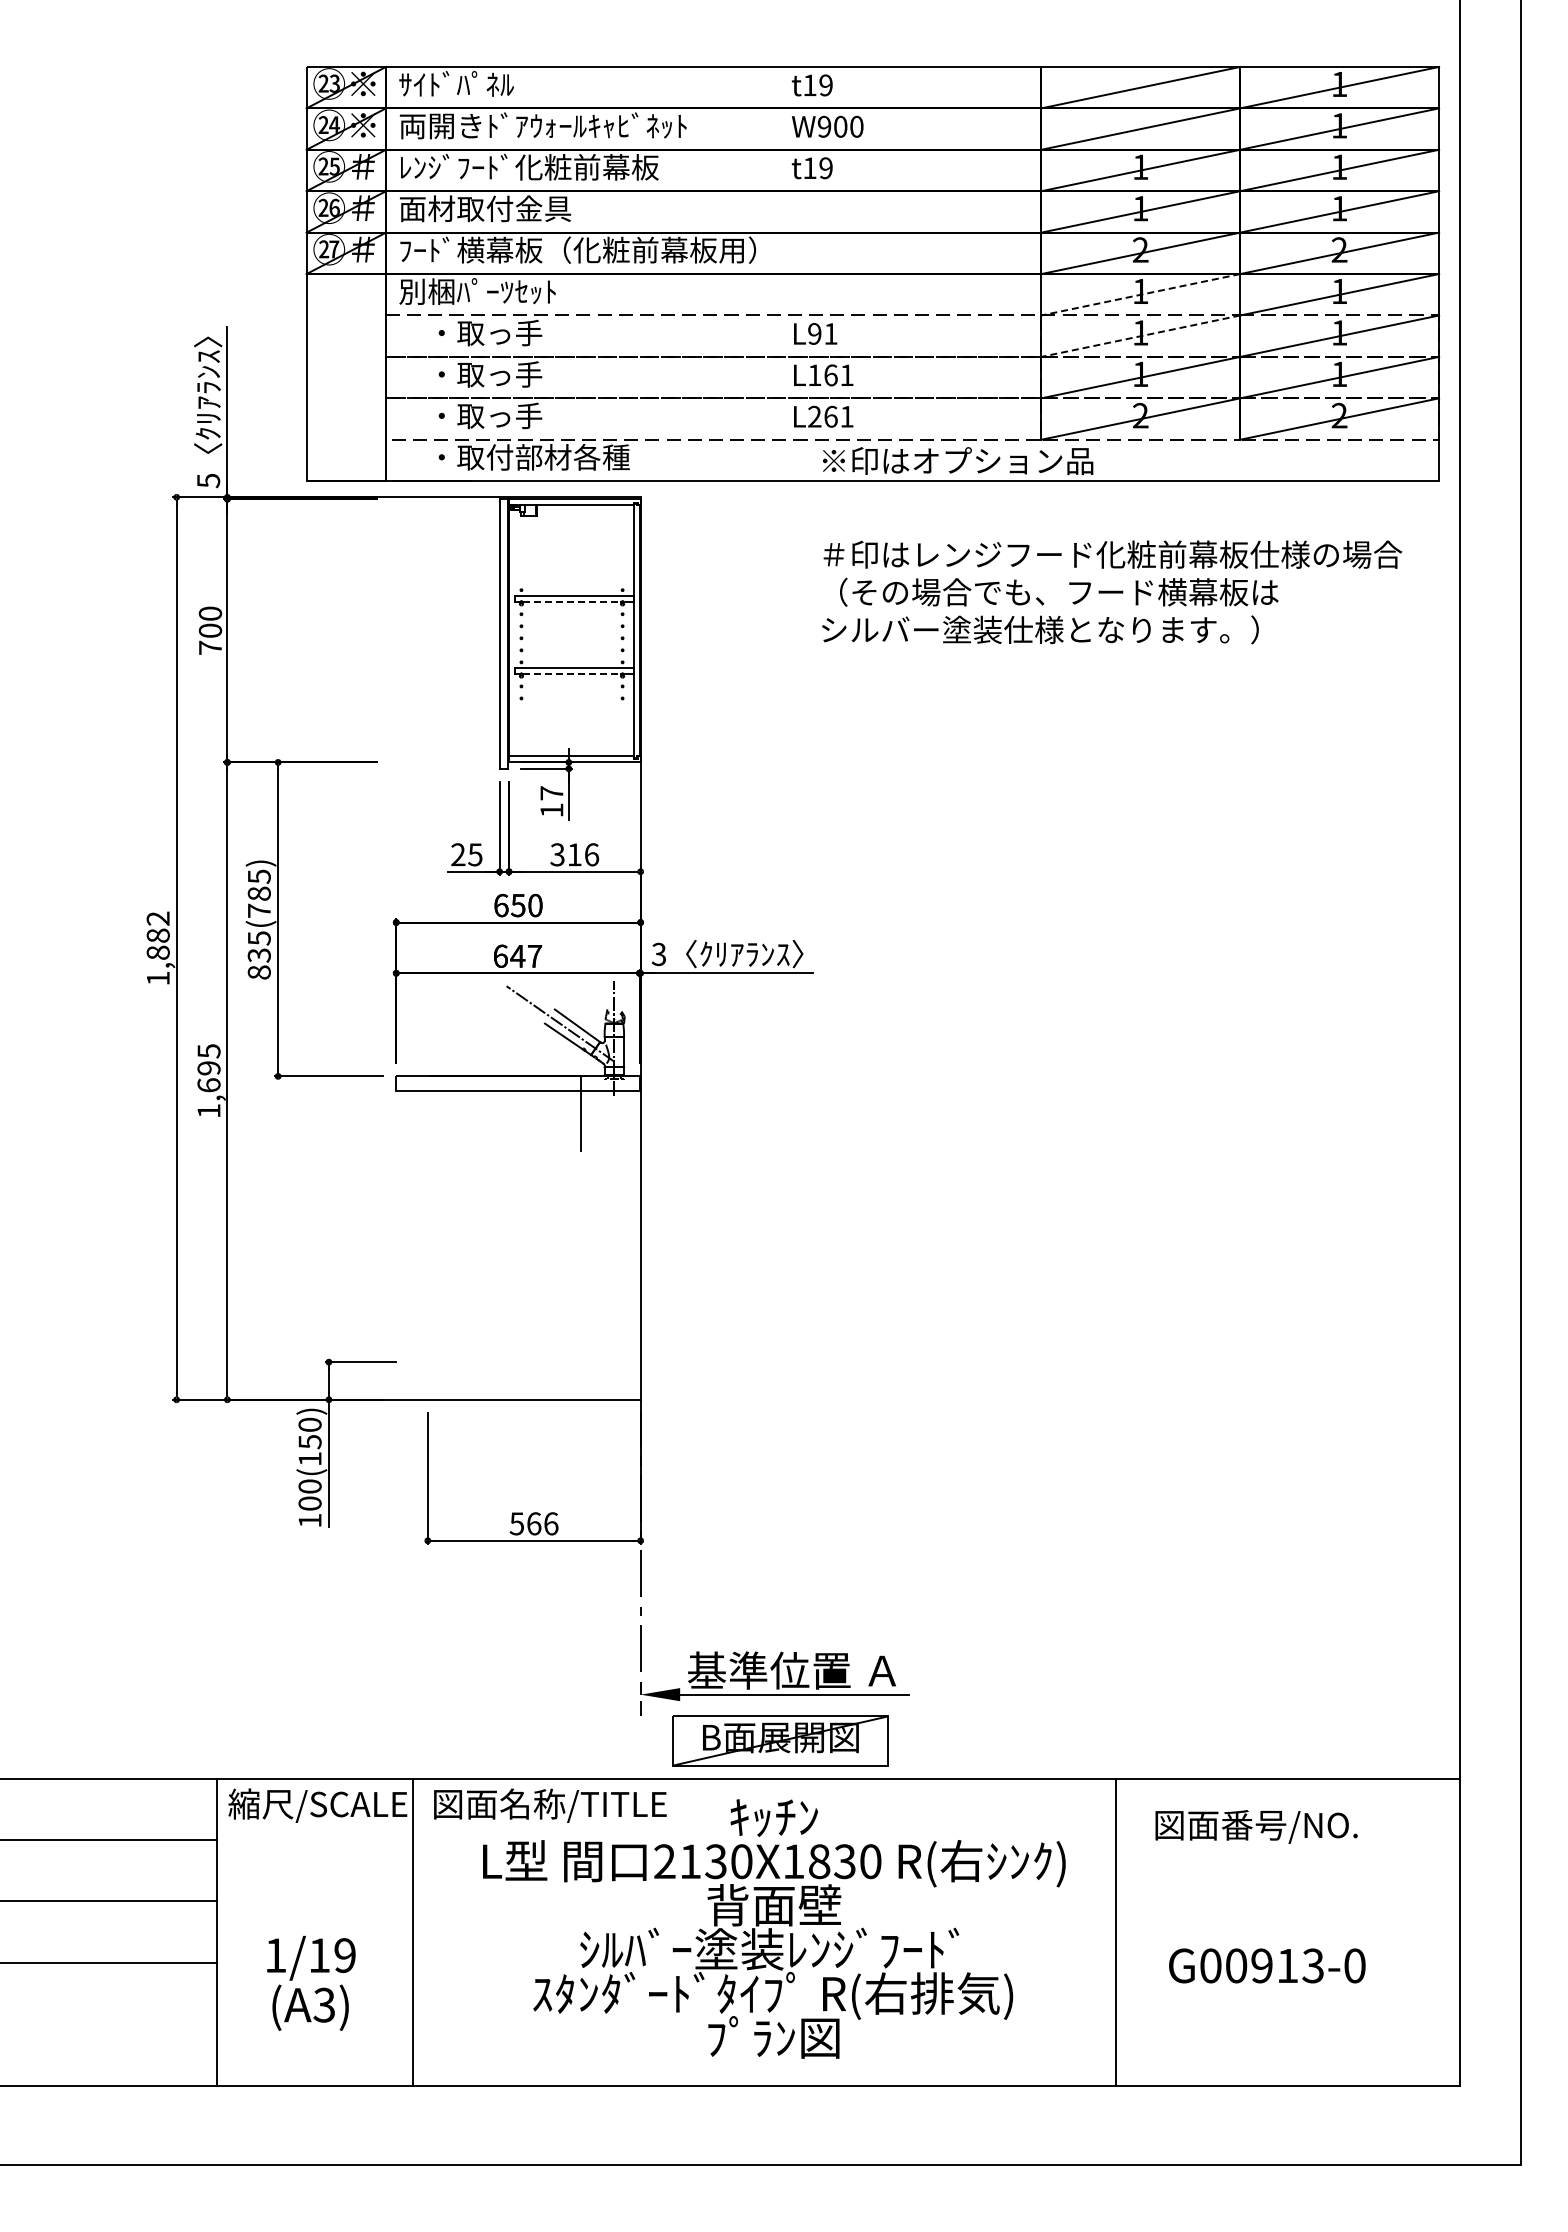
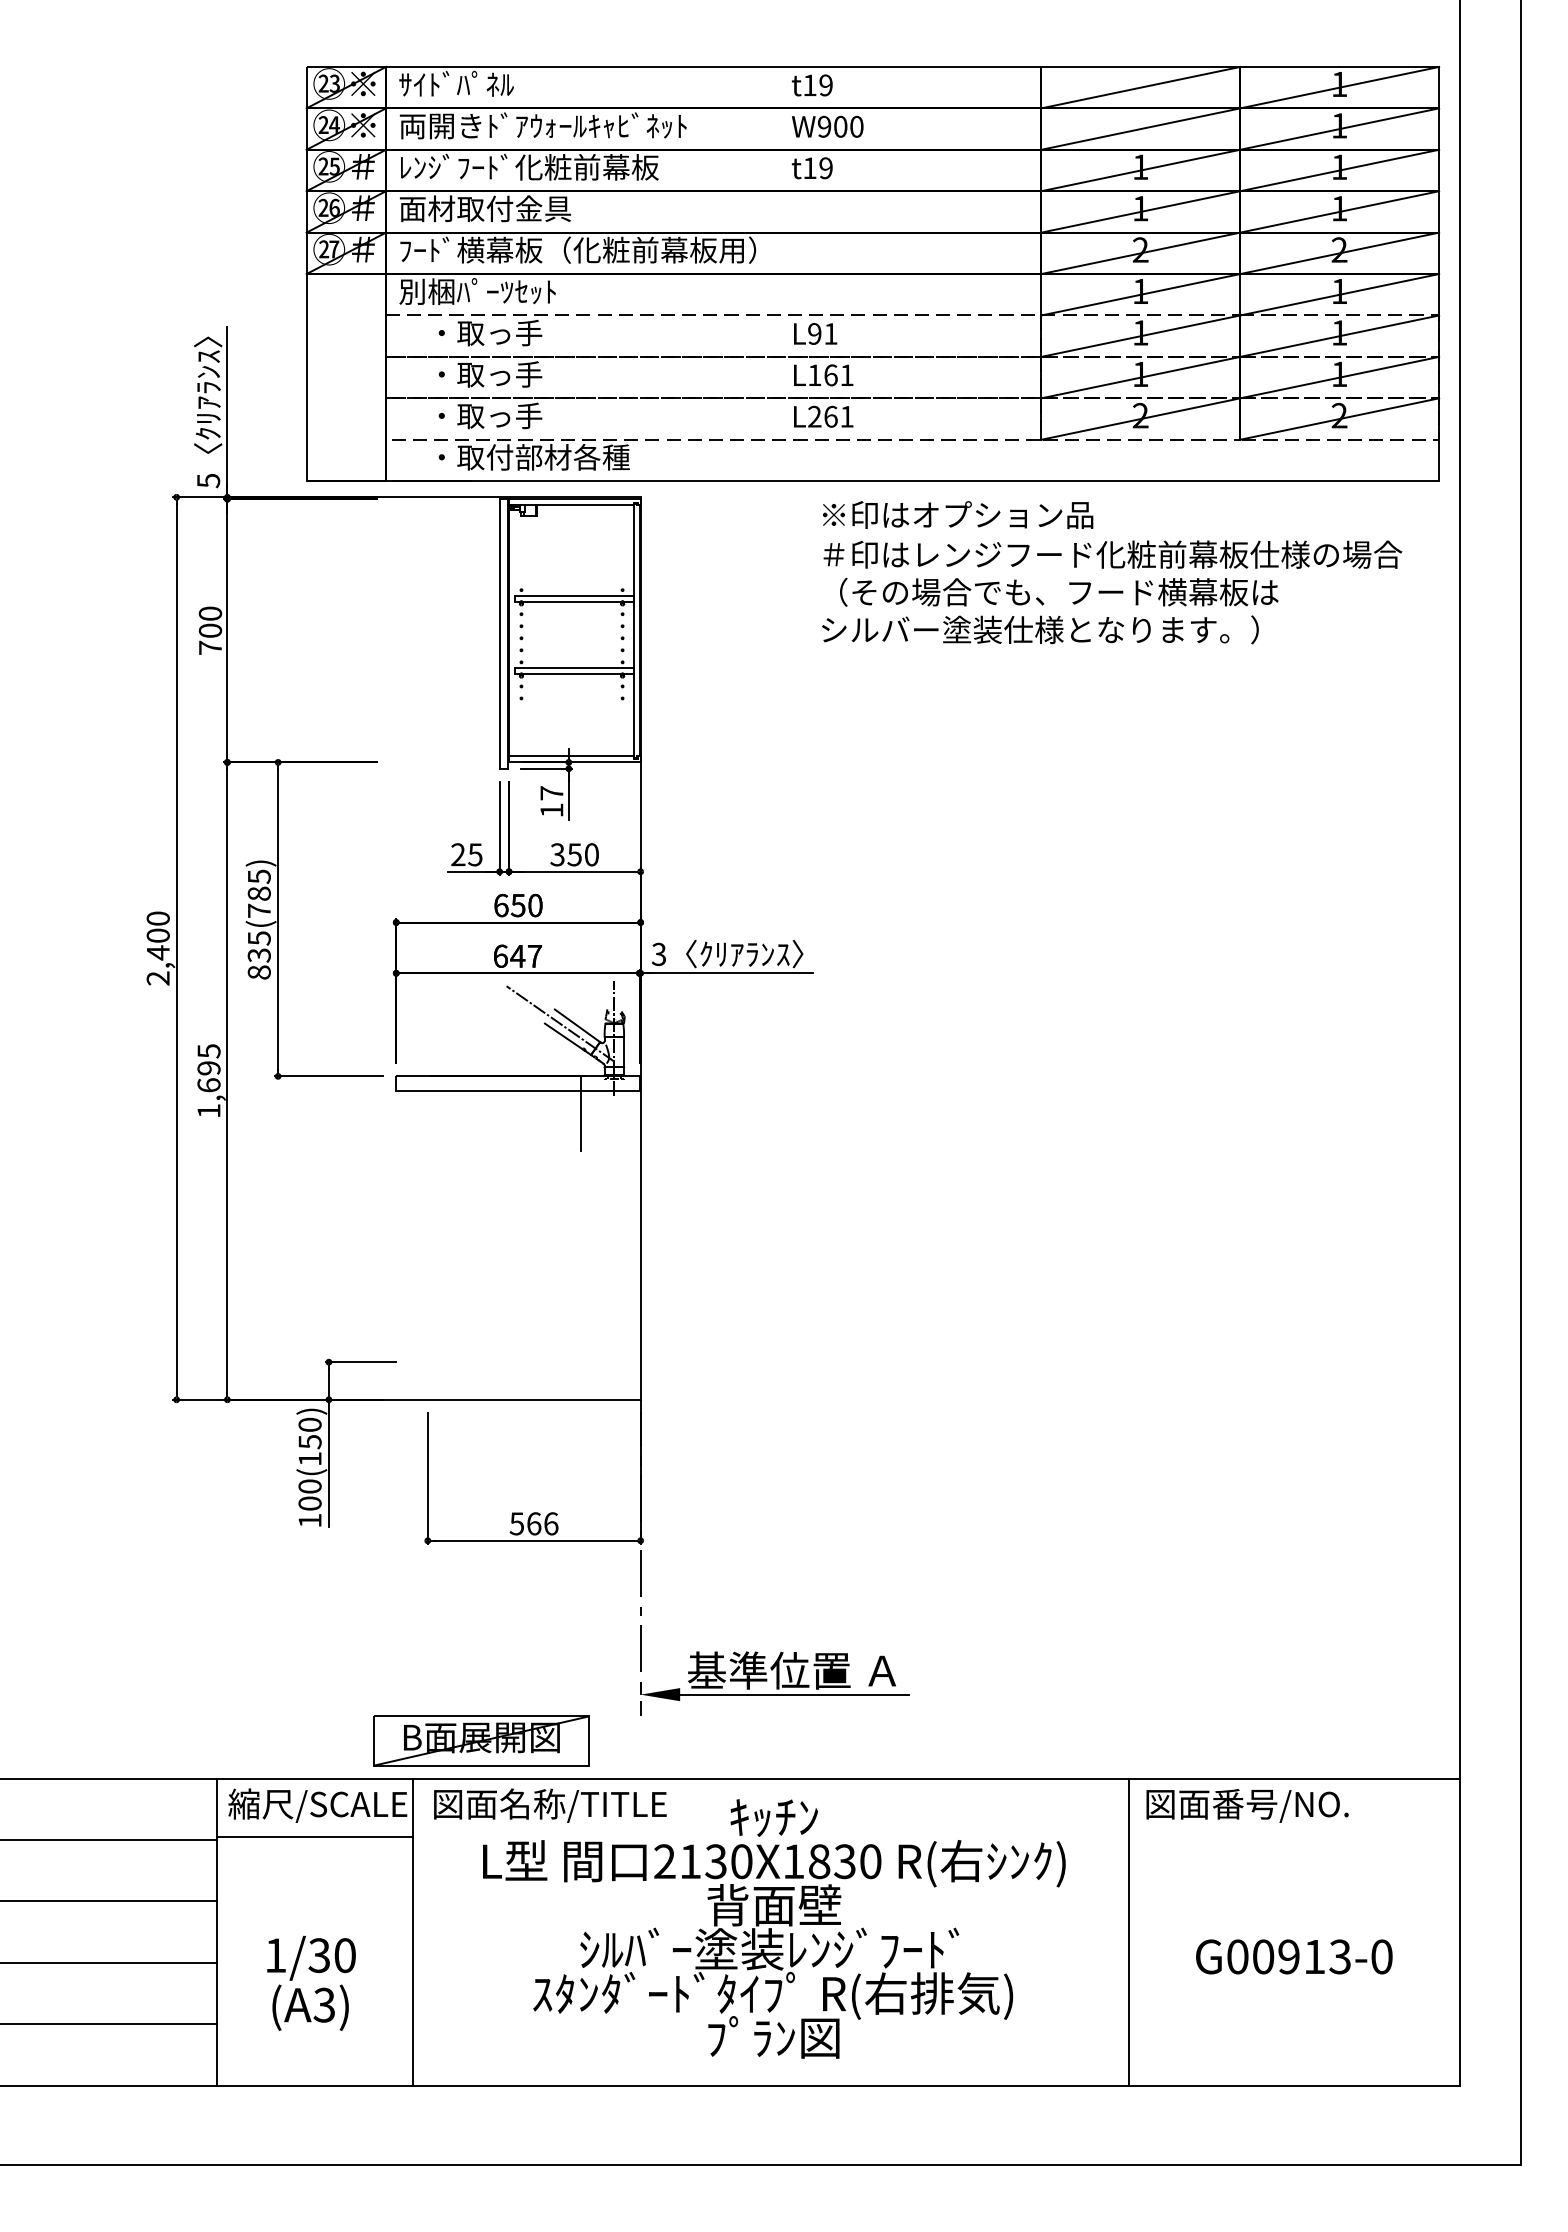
line at (1140, 294): dashed -> solid
line at (1140, 336): dashed -> solid
text at (958, 460) position: (958, 460) -> (958, 514)
line at (572, 601): dashed -> solid
line at (572, 673): dashed -> solid
text at (583, 854): 316 -> 350
text at (157, 948): 1,882 -> 2,400
part at (780, 1740) position: (780, 1740) -> (481, 1740)
text at (1256, 1826) position: (1256, 1826) -> (1247, 1805)
line at (314, 1836): none -> present
line at (1115, 1931) position: (1115, 1931) -> (1128, 1931)
text at (331, 1955): 1/19 -> 1/30
text at (1267, 1965) position: (1267, 1965) -> (1294, 1956)
line at (109, 2024): none -> present
